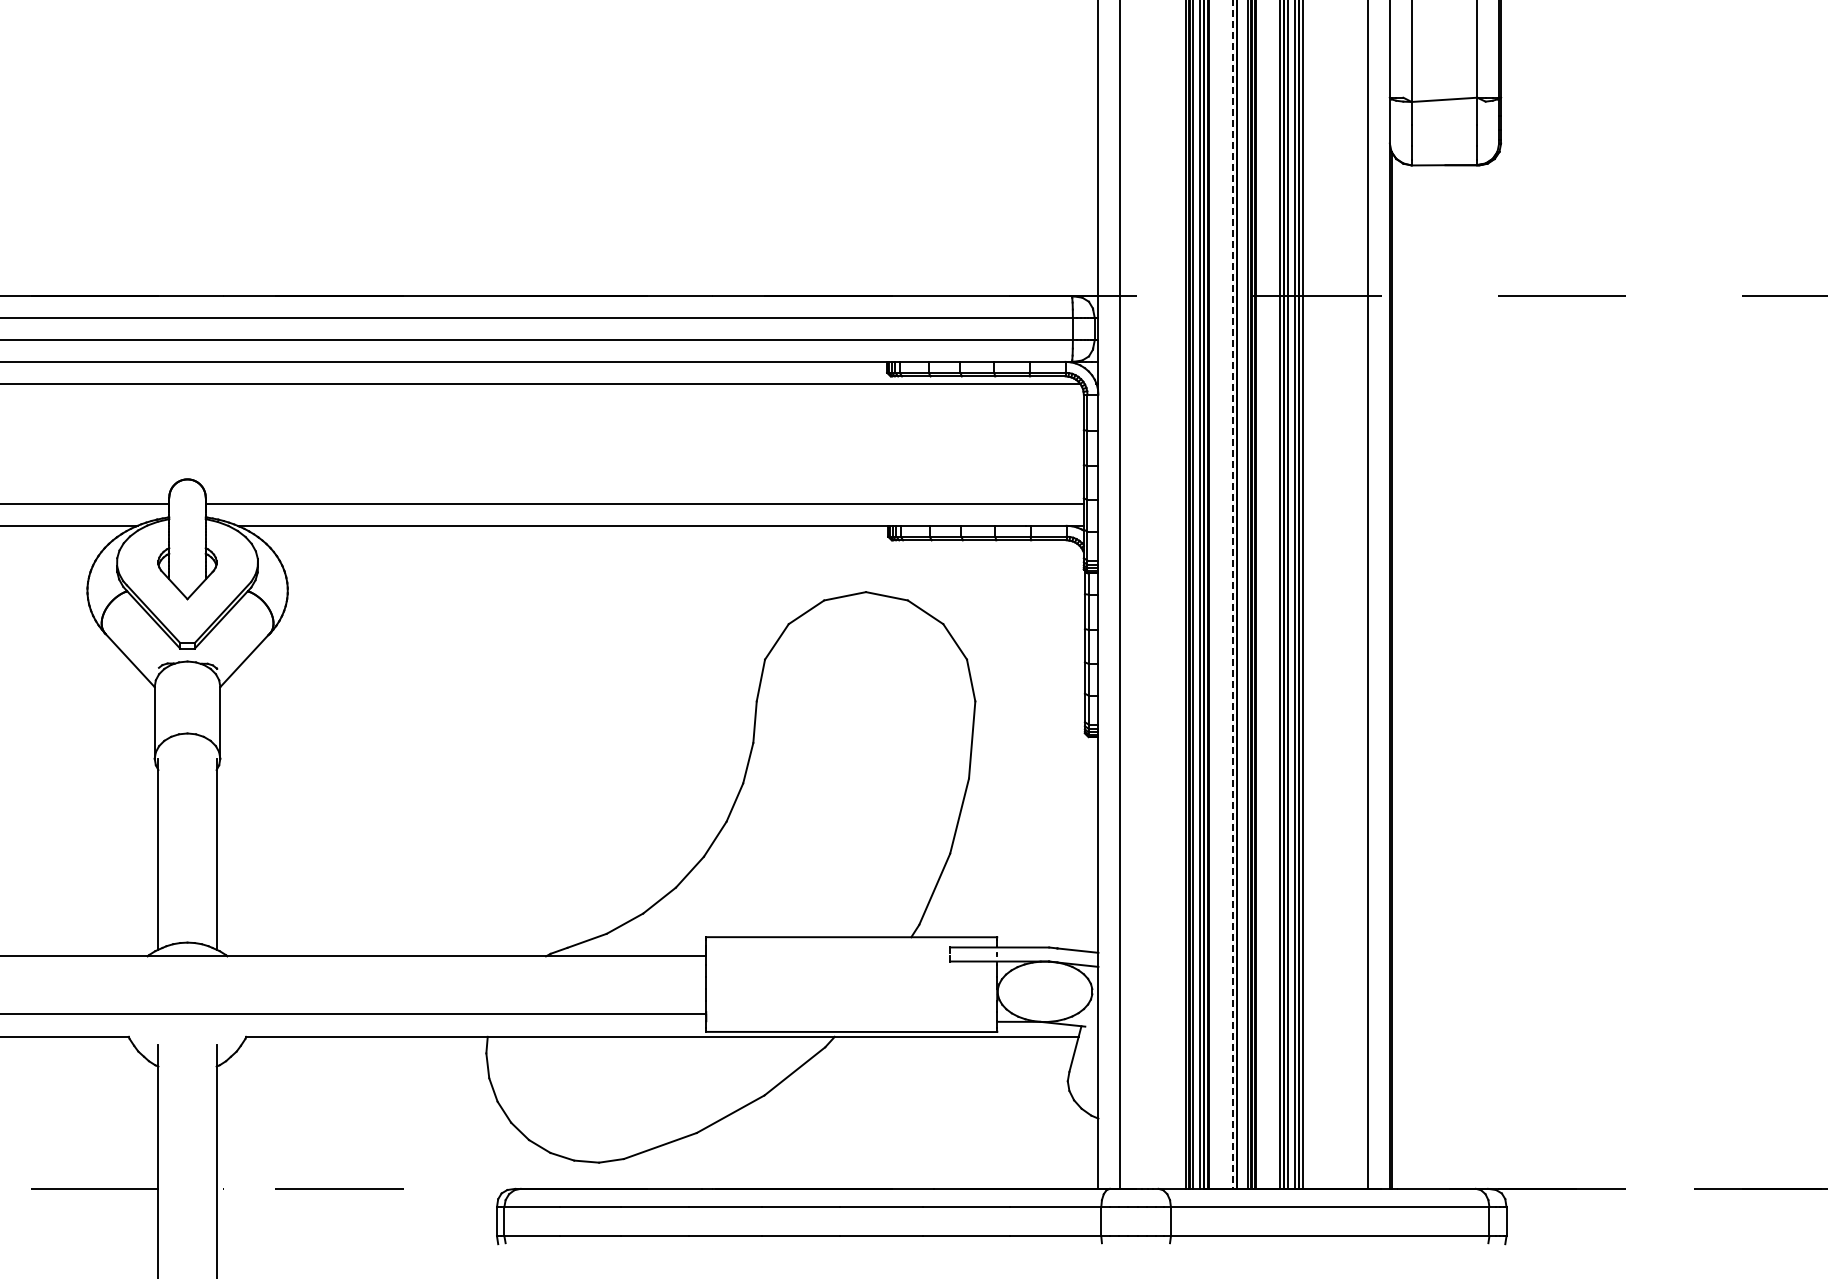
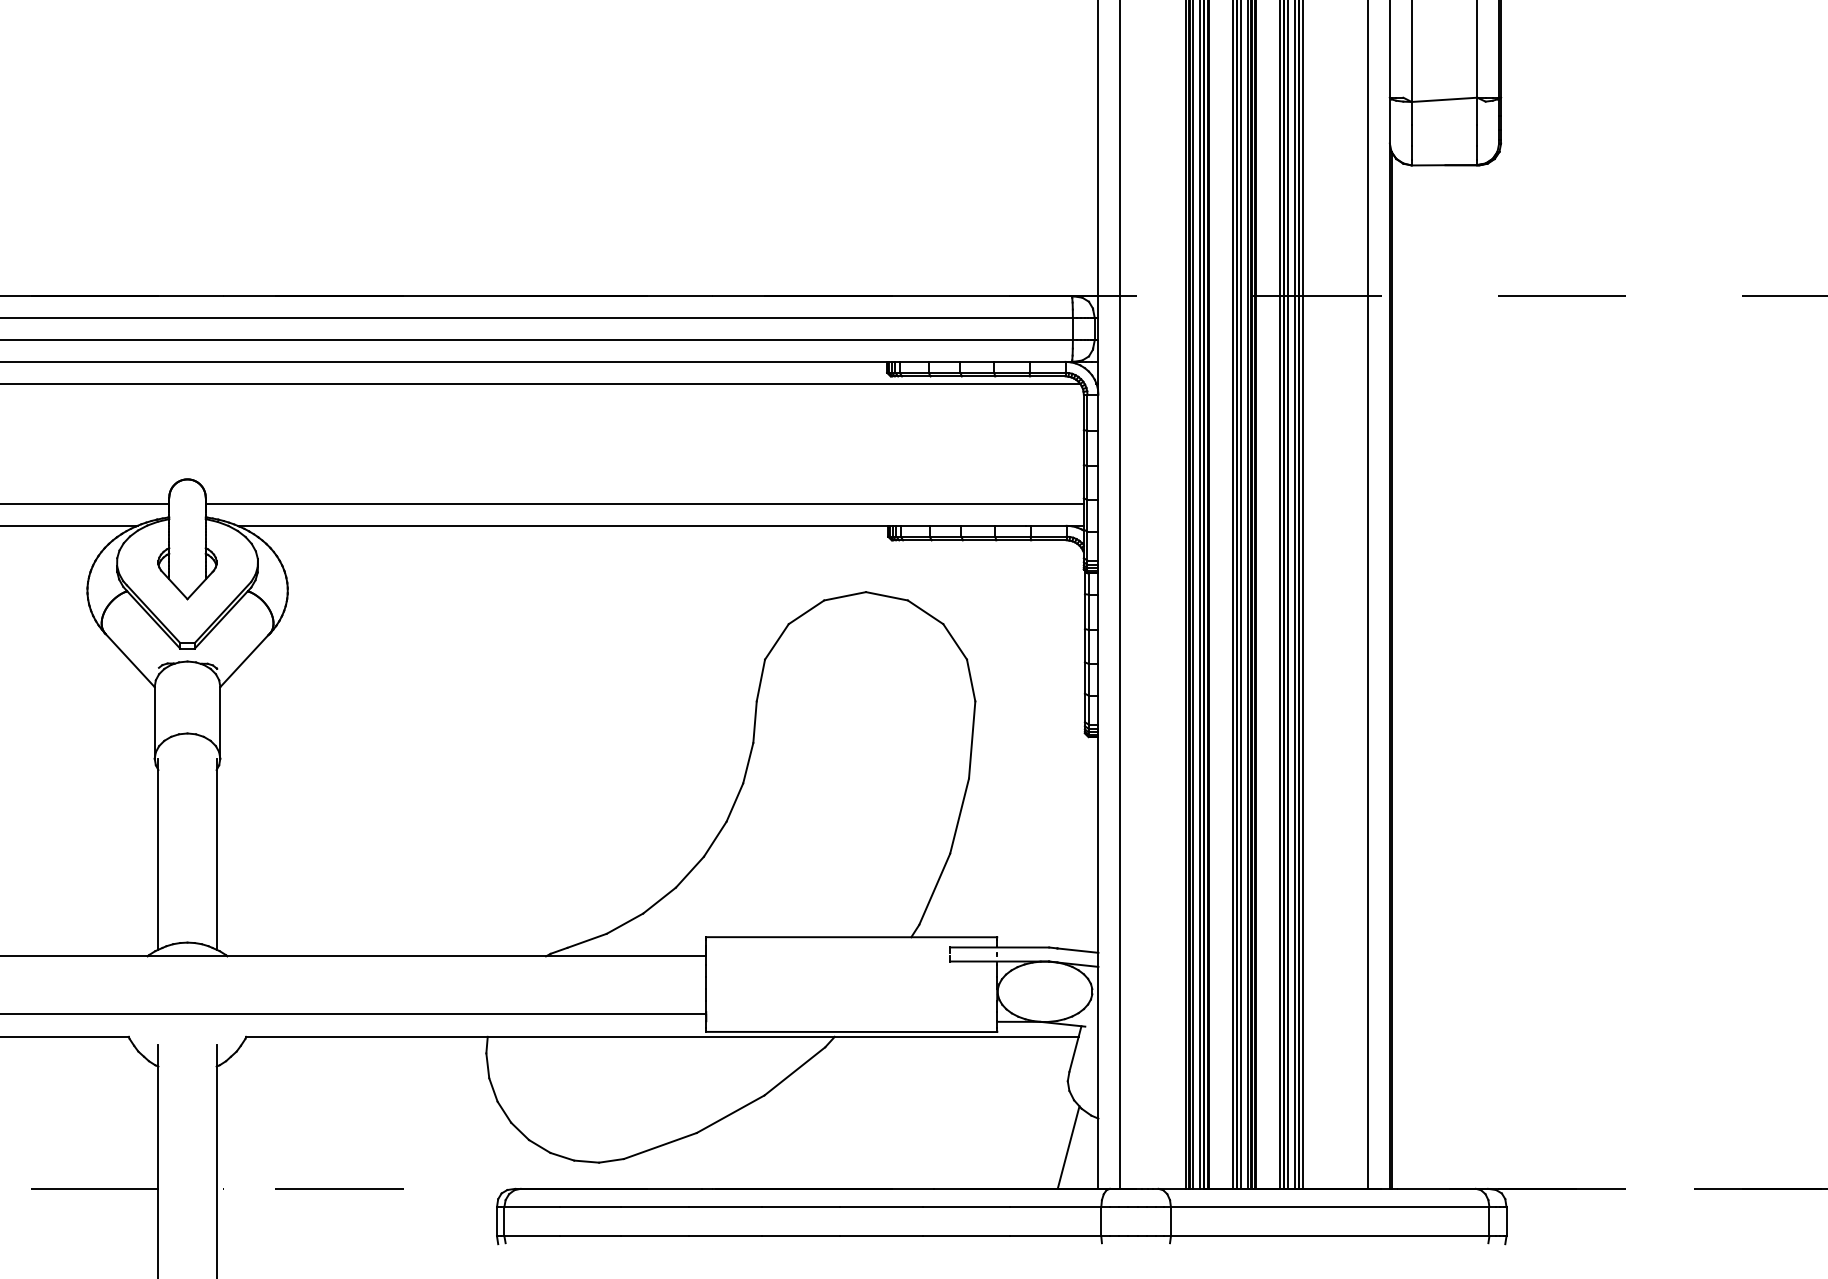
line at (1232, 594): dashed -> solid
line at (1240, 595): none -> present
line at (1068, 1147): none -> present
